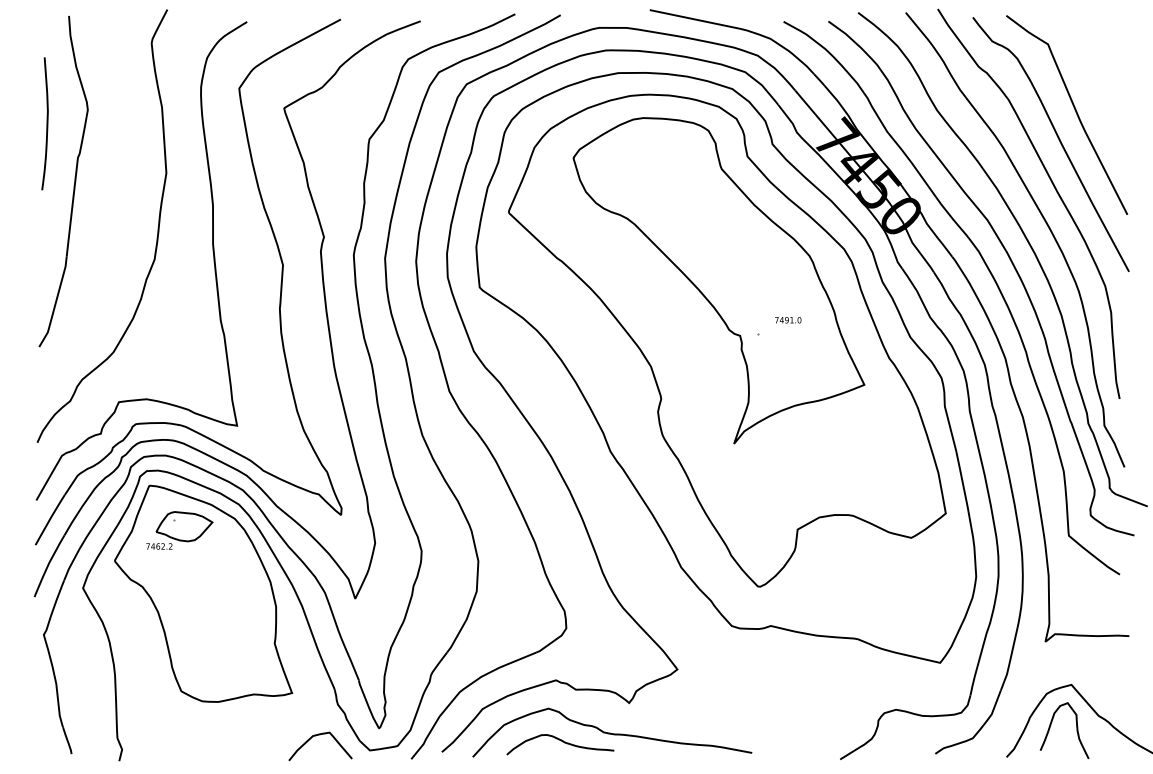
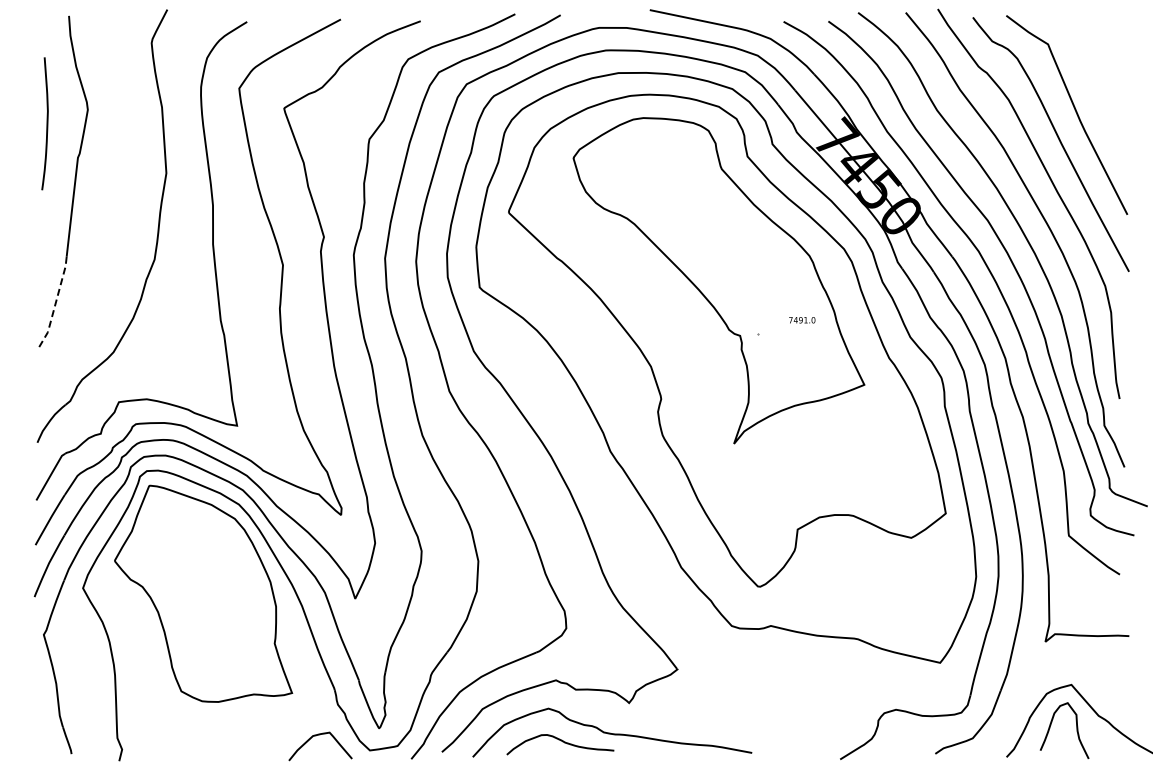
line at (55, 302): solid -> dashed
text at (788, 320) position: (788, 320) -> (802, 320)
part at (179, 530): present -> none
